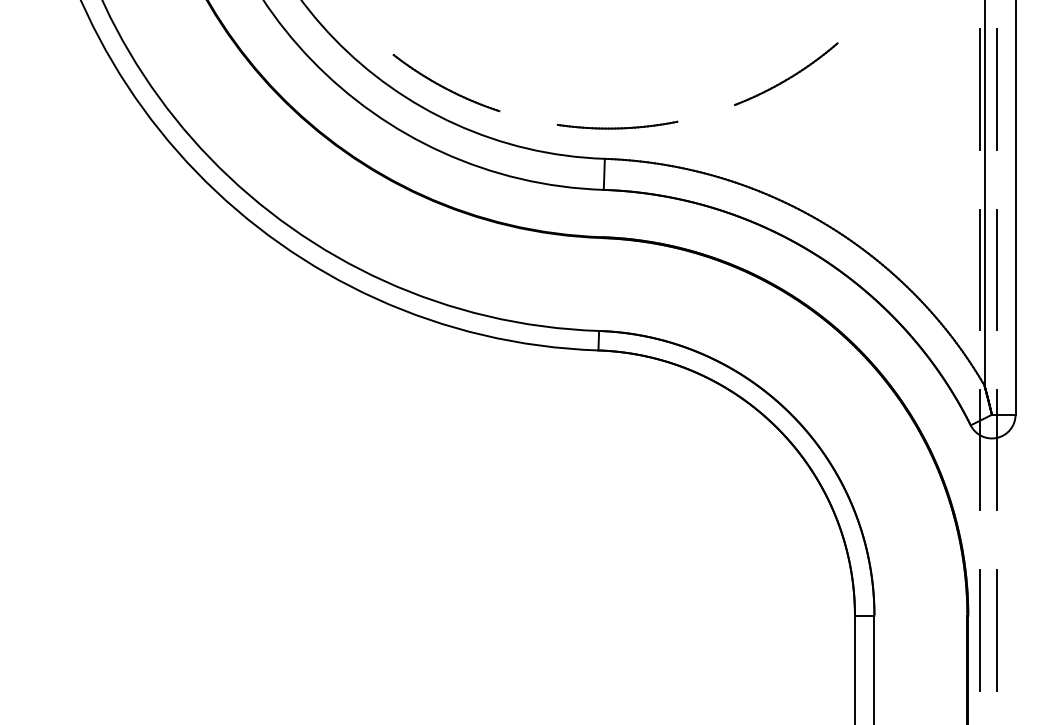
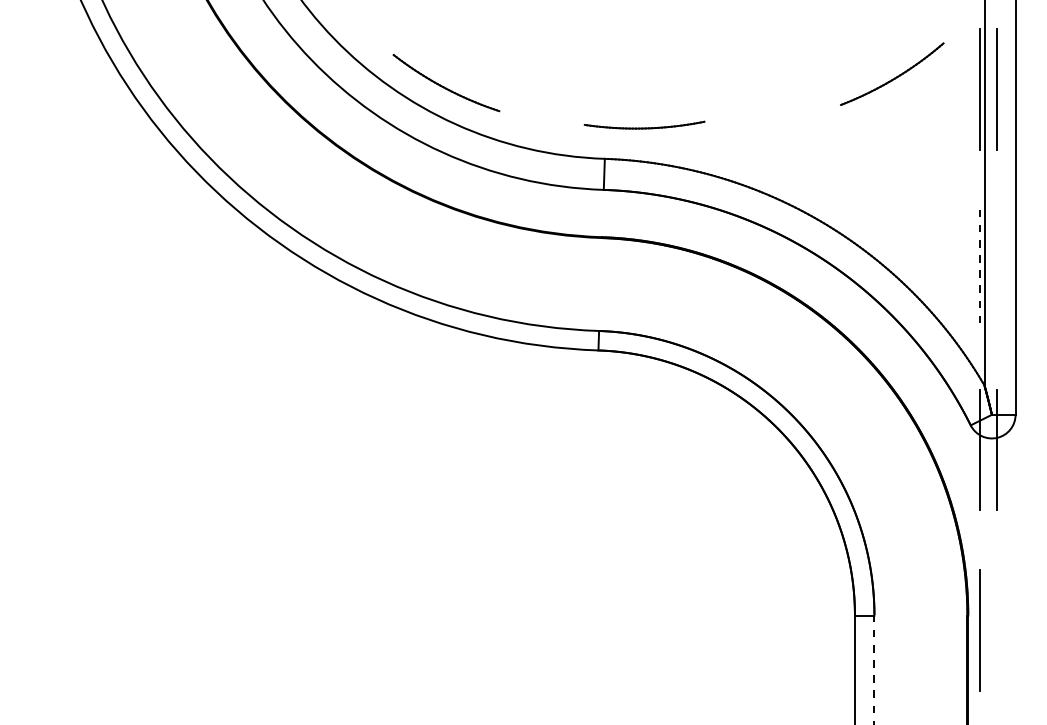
part at (786, 73) position: (786, 73) -> (892, 73)
part at (617, 124) position: (617, 124) -> (644, 124)
line at (996, 269): present -> none
line at (979, 270): solid -> dashed
line at (996, 630): present -> none
line at (874, 669): solid -> dashed
